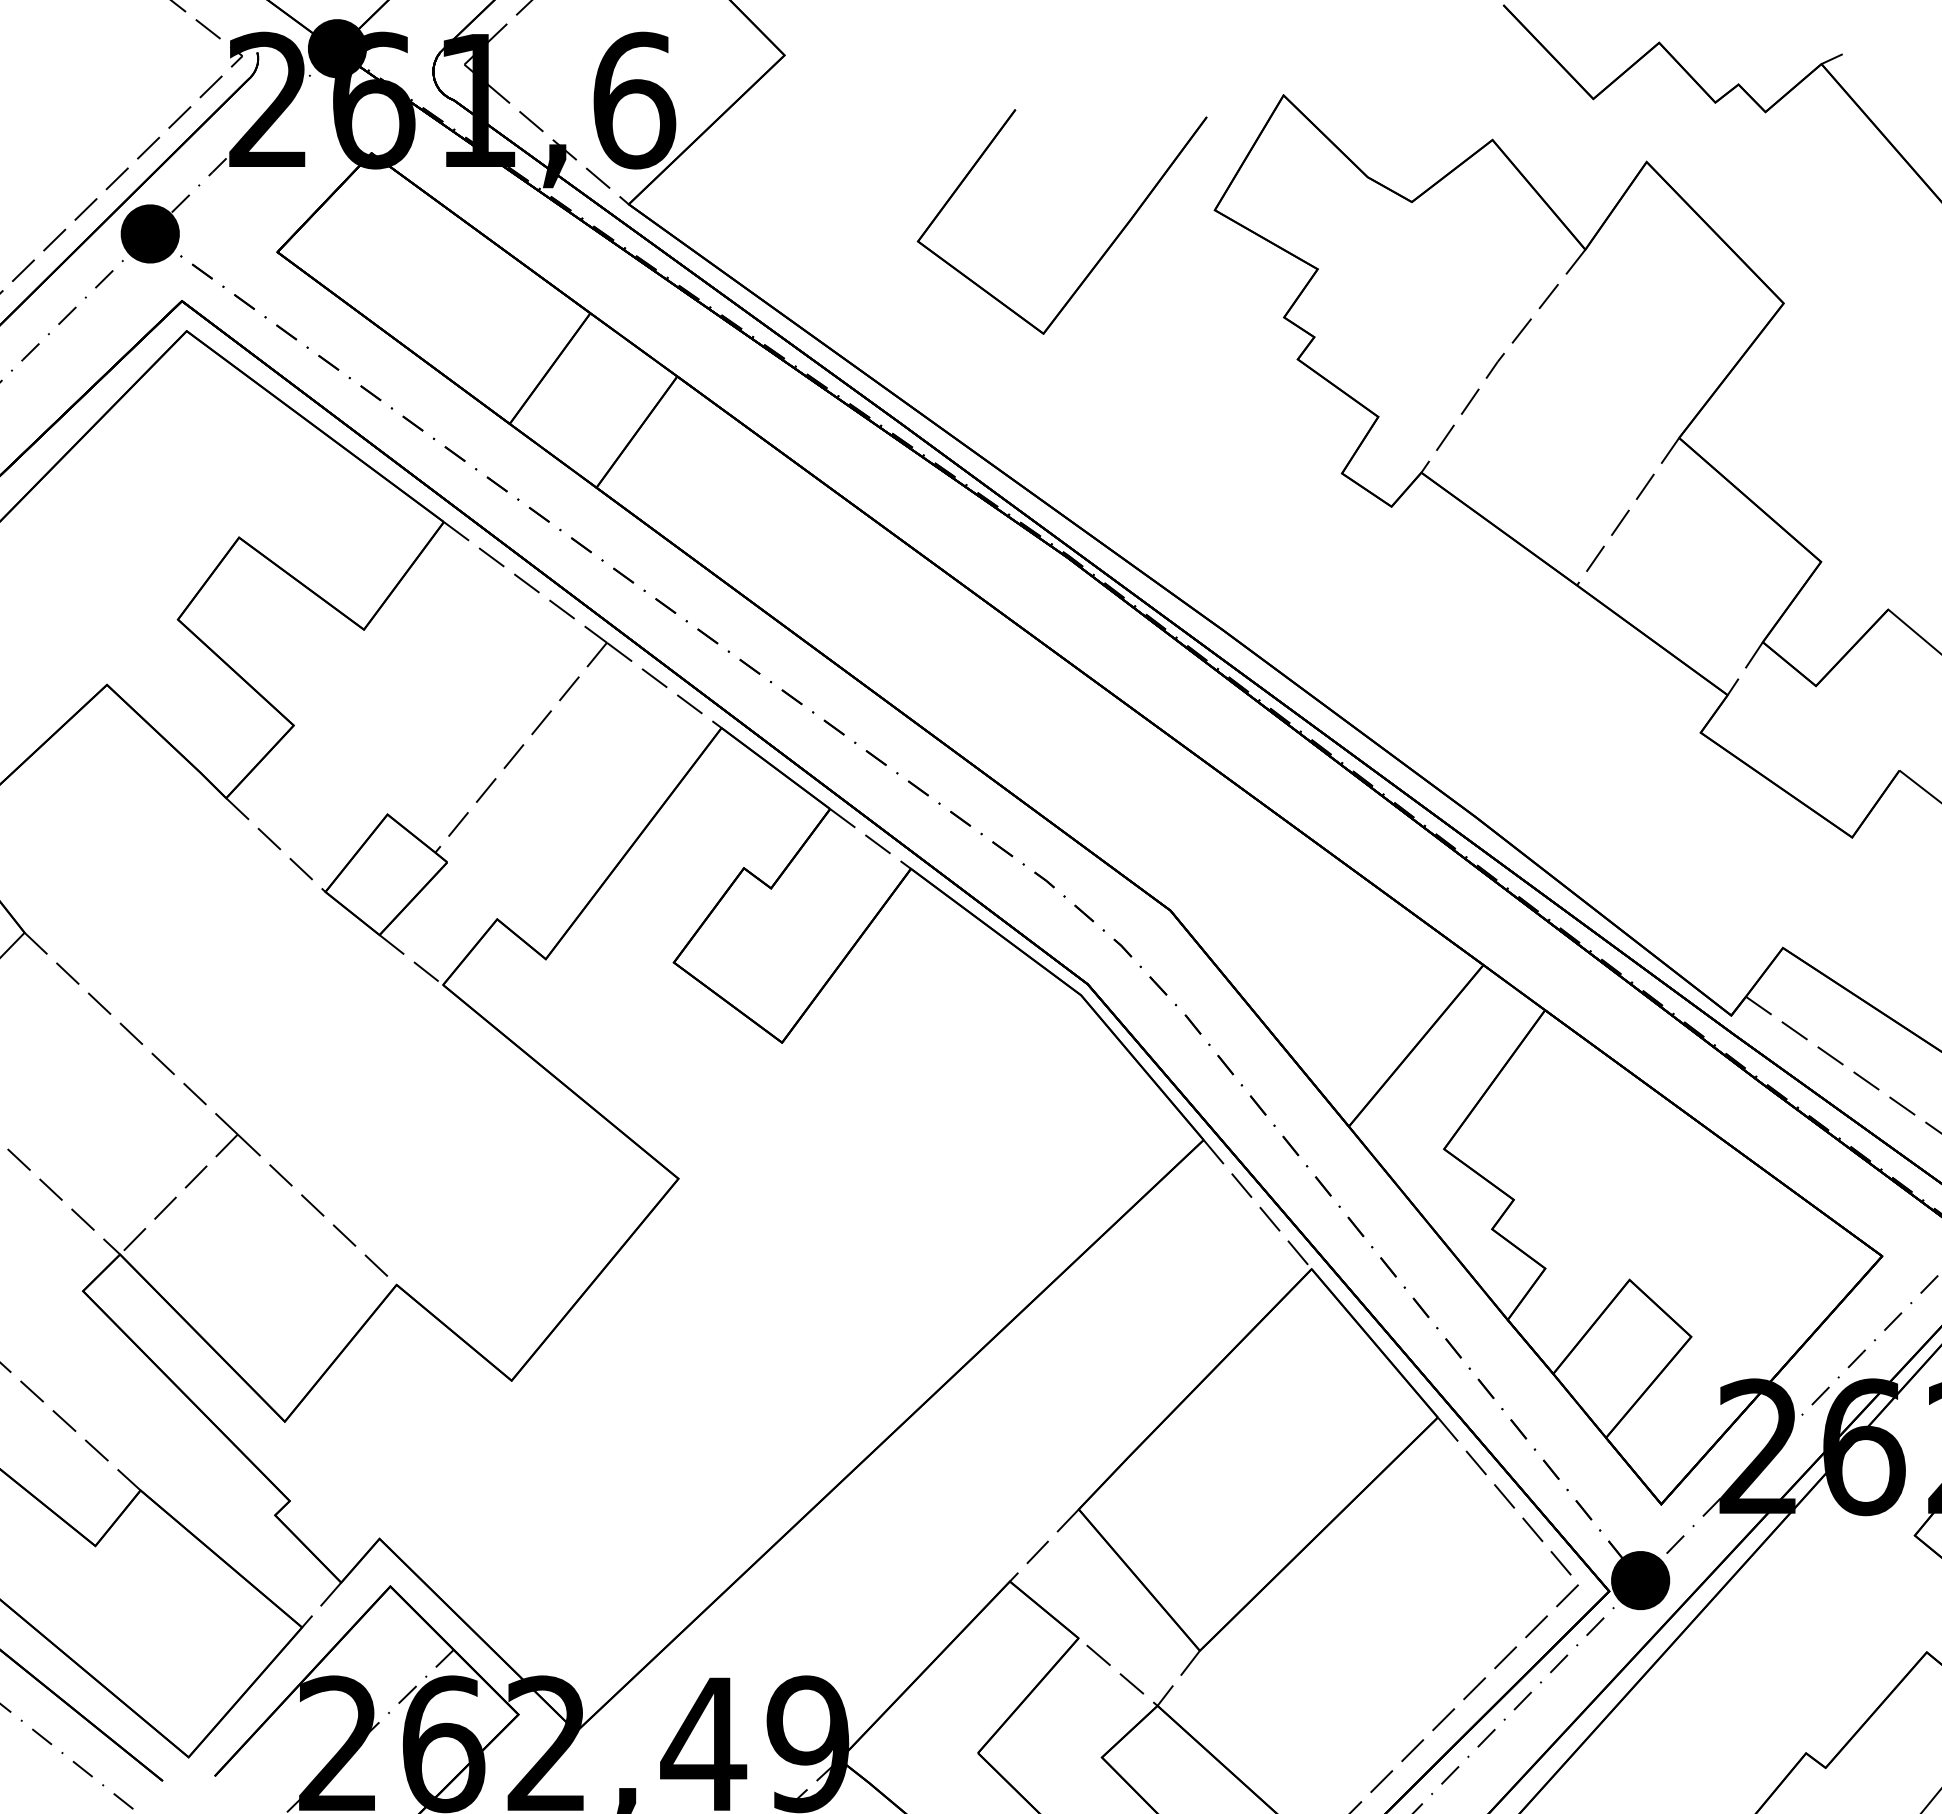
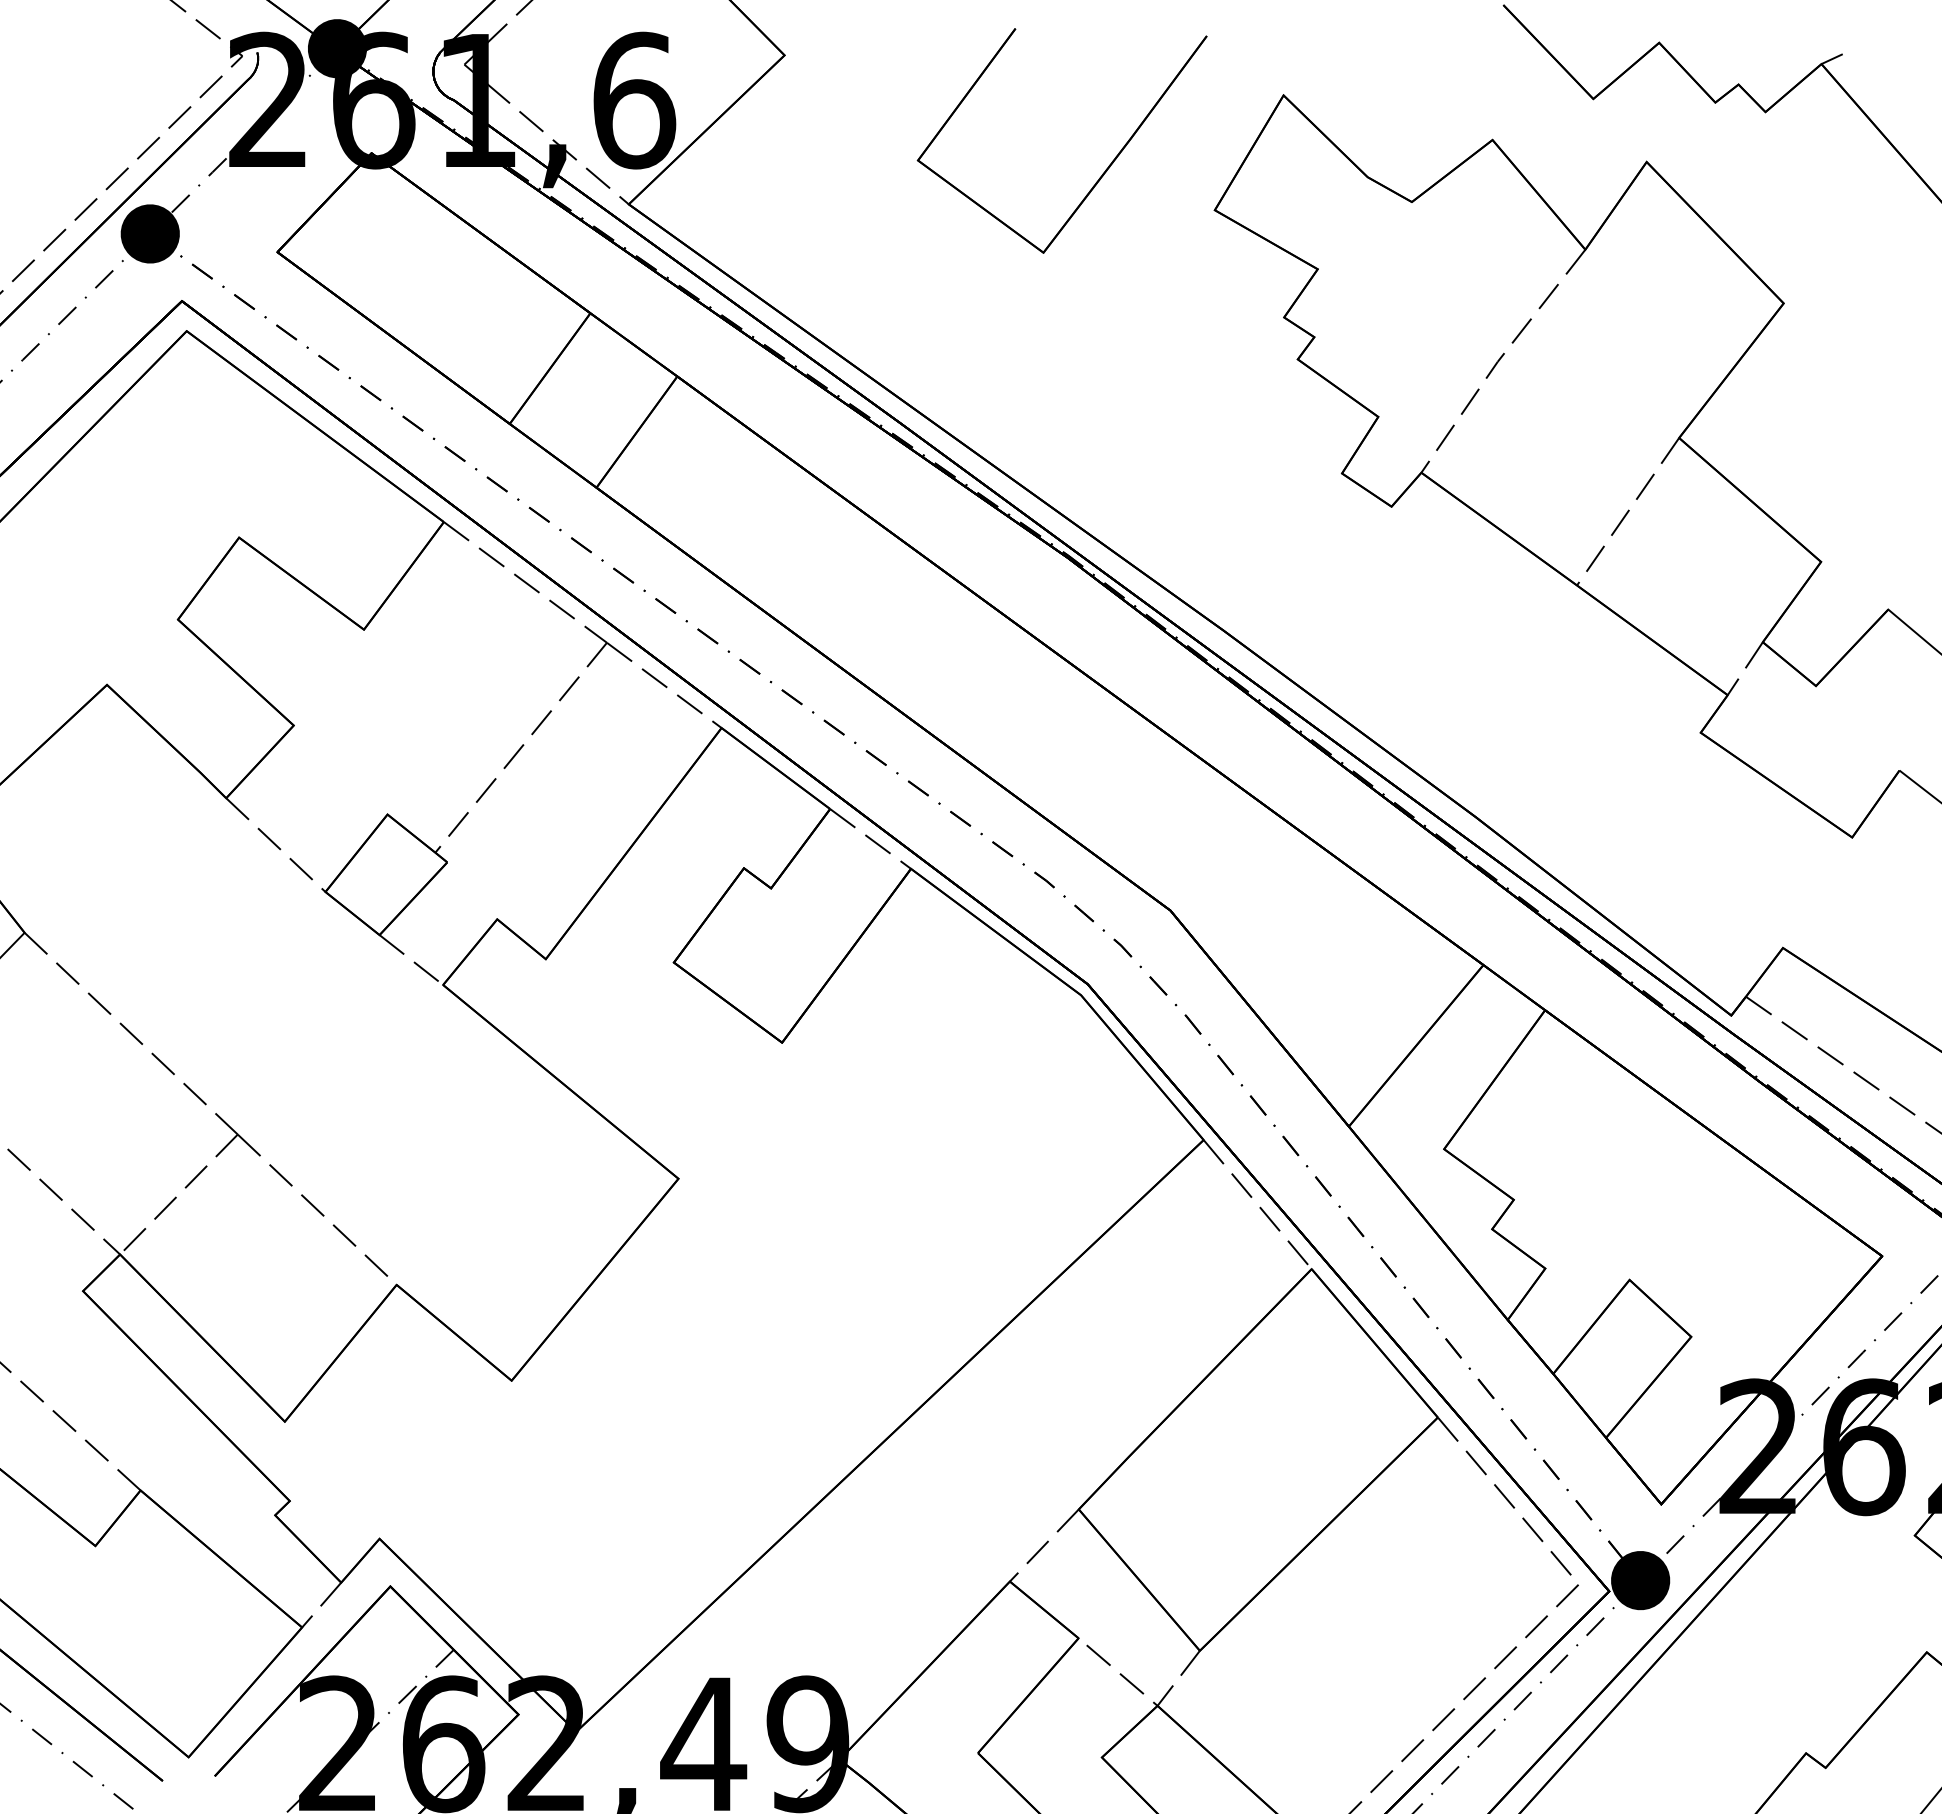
part at (1102, 254) position: (1102, 254) -> (1102, 173)
